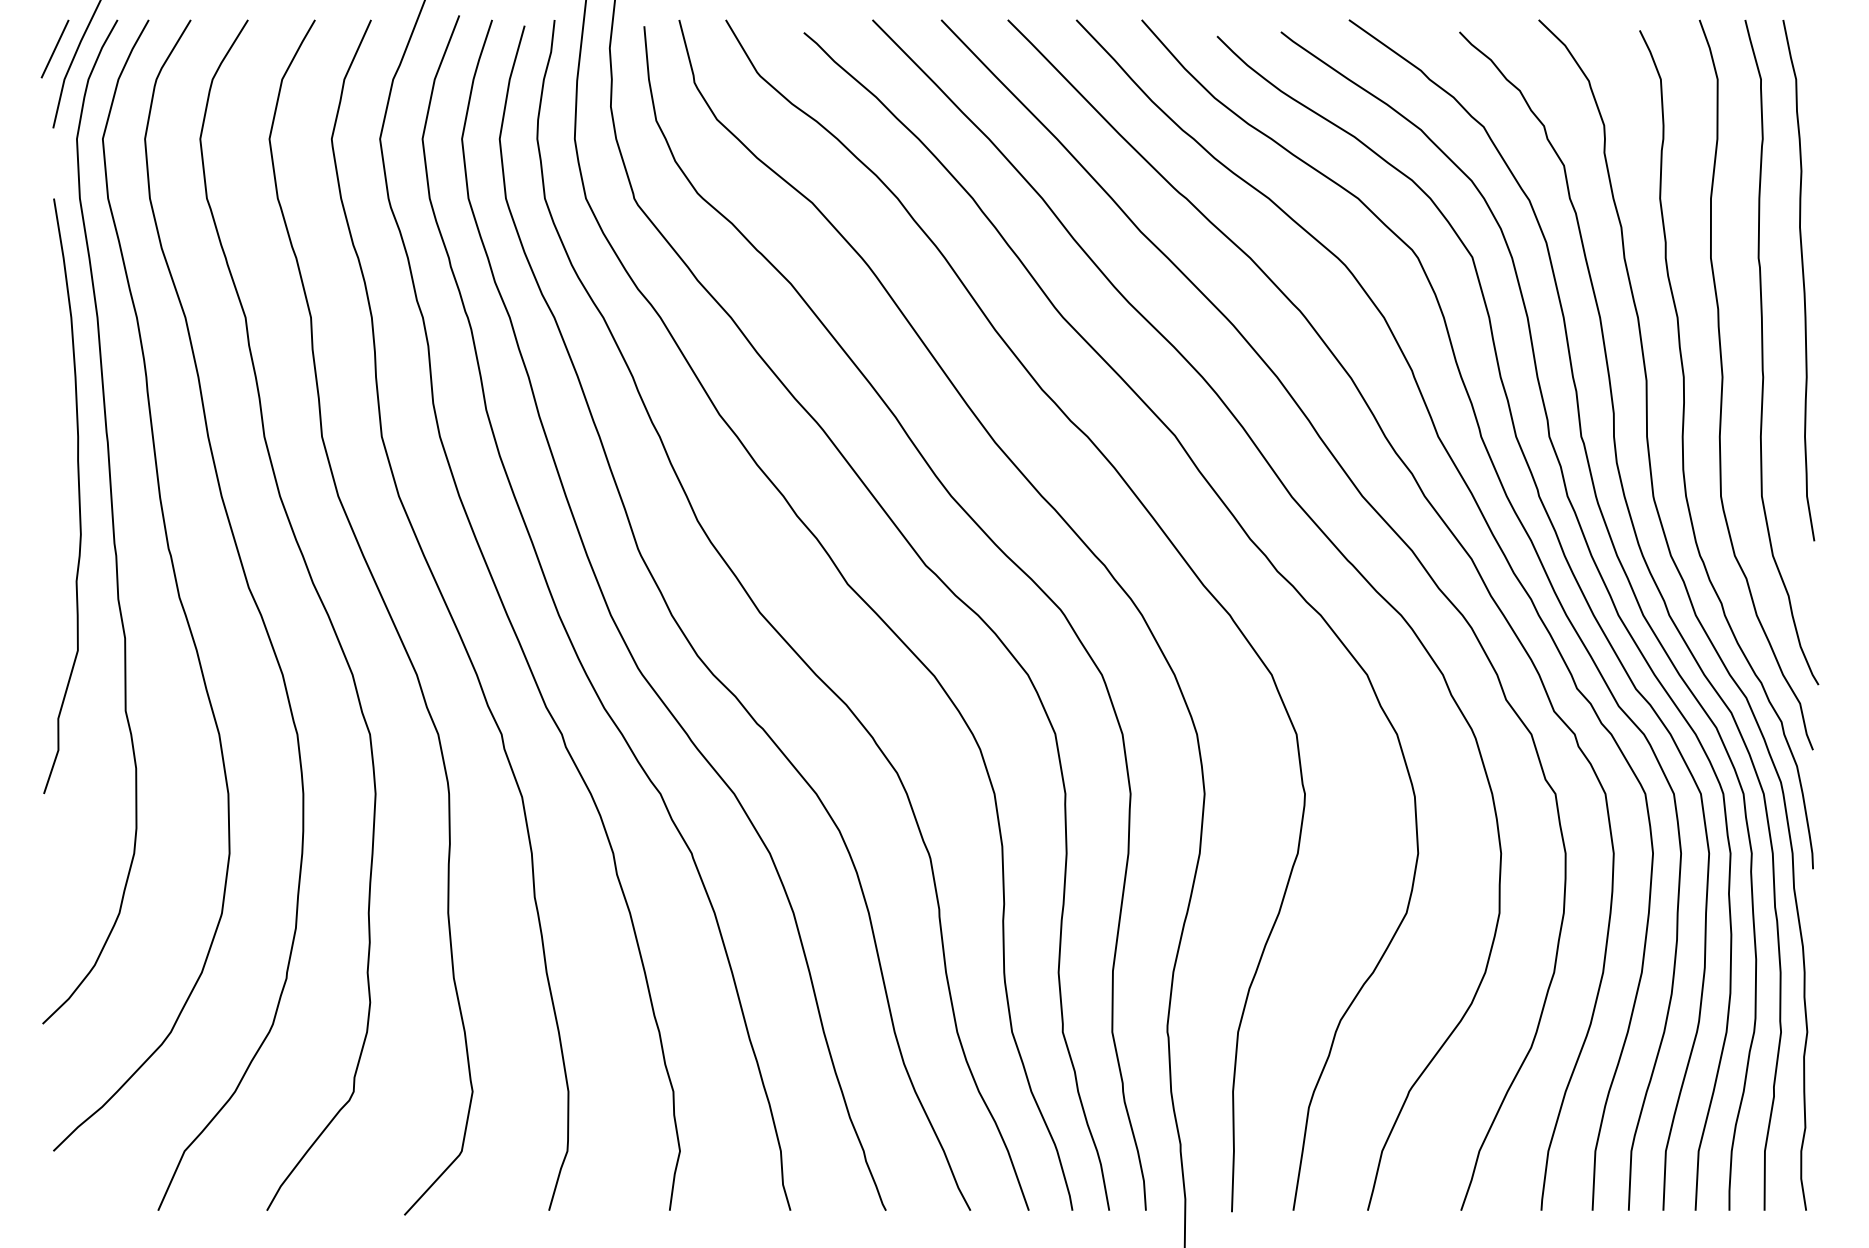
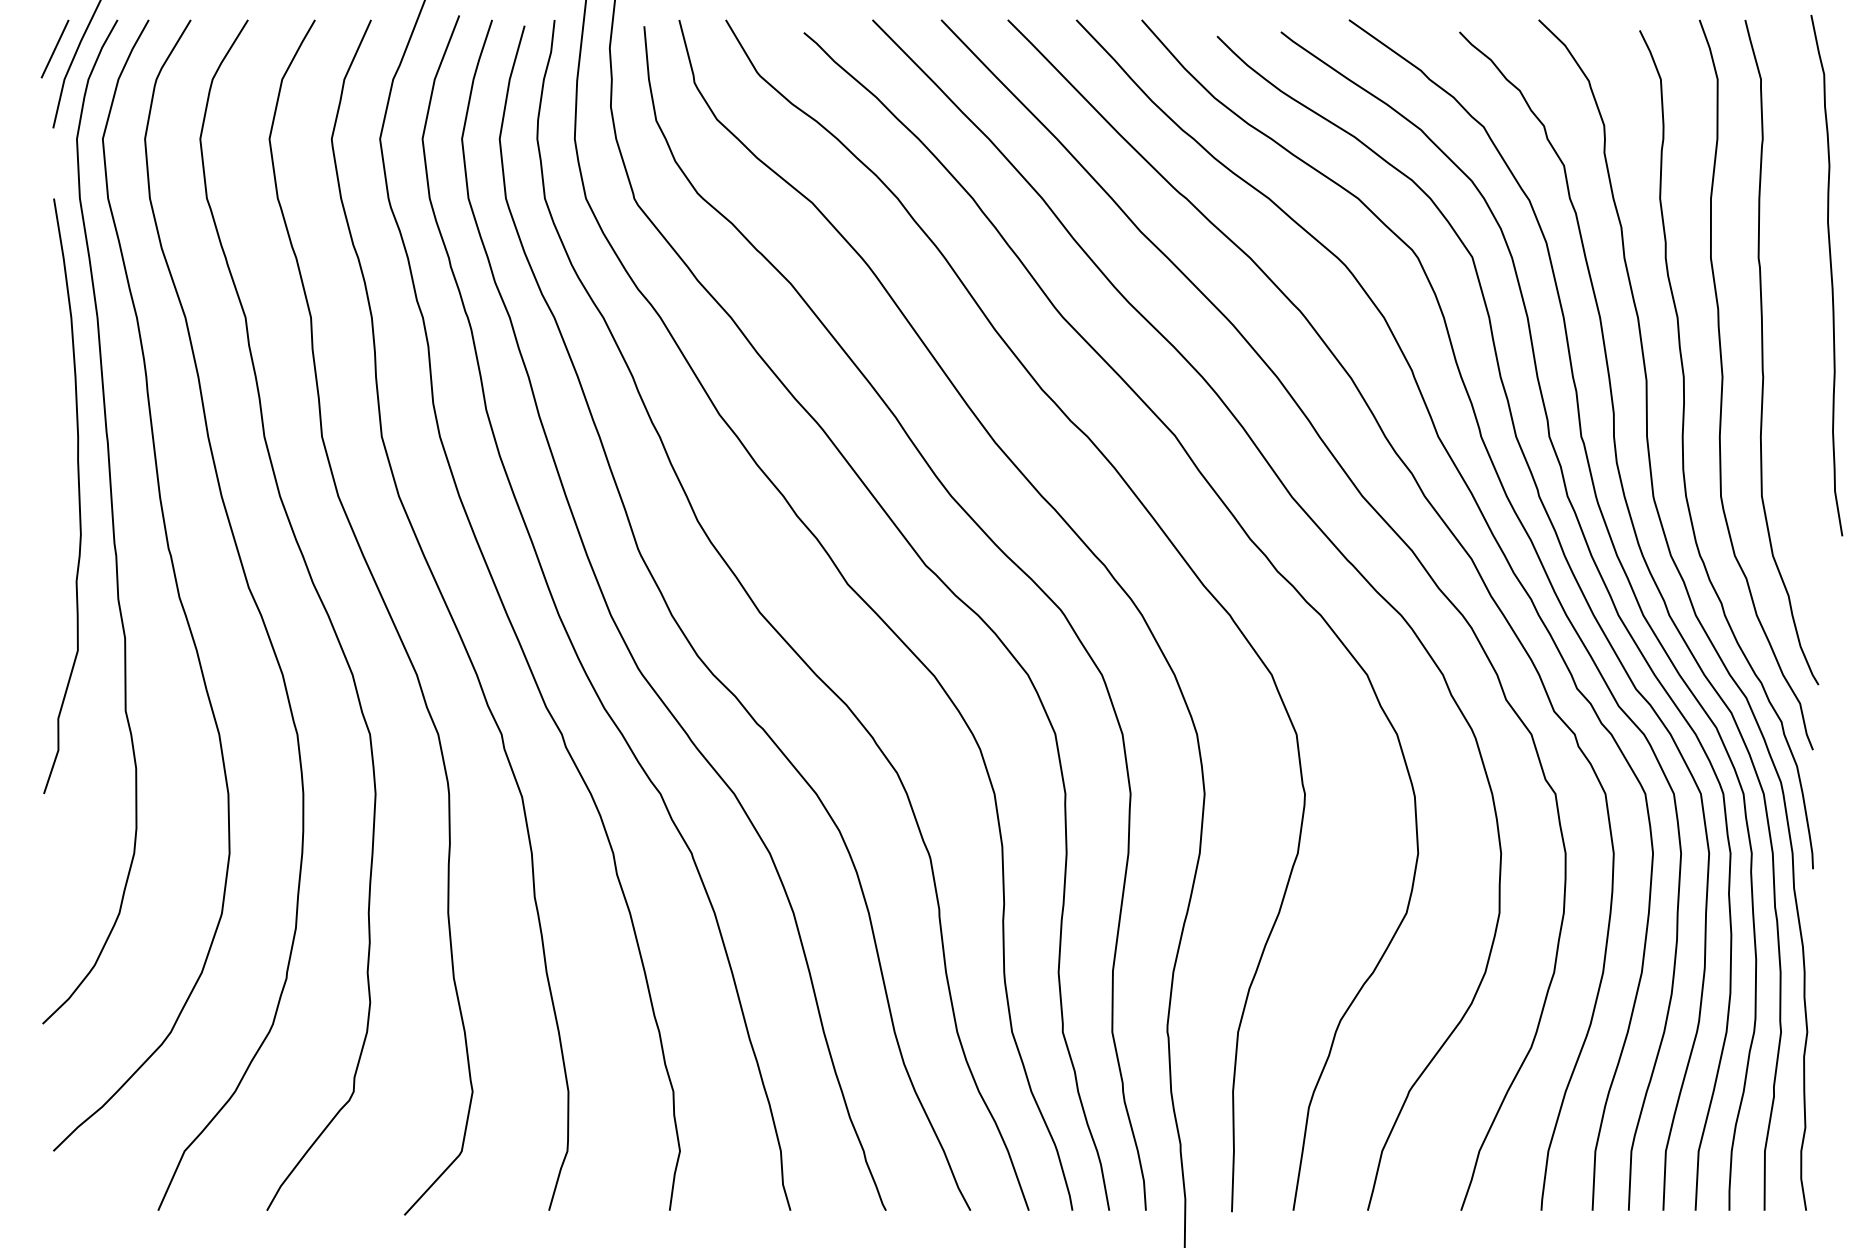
curve at (1802, 280) position: (1802, 280) -> (1830, 275)
